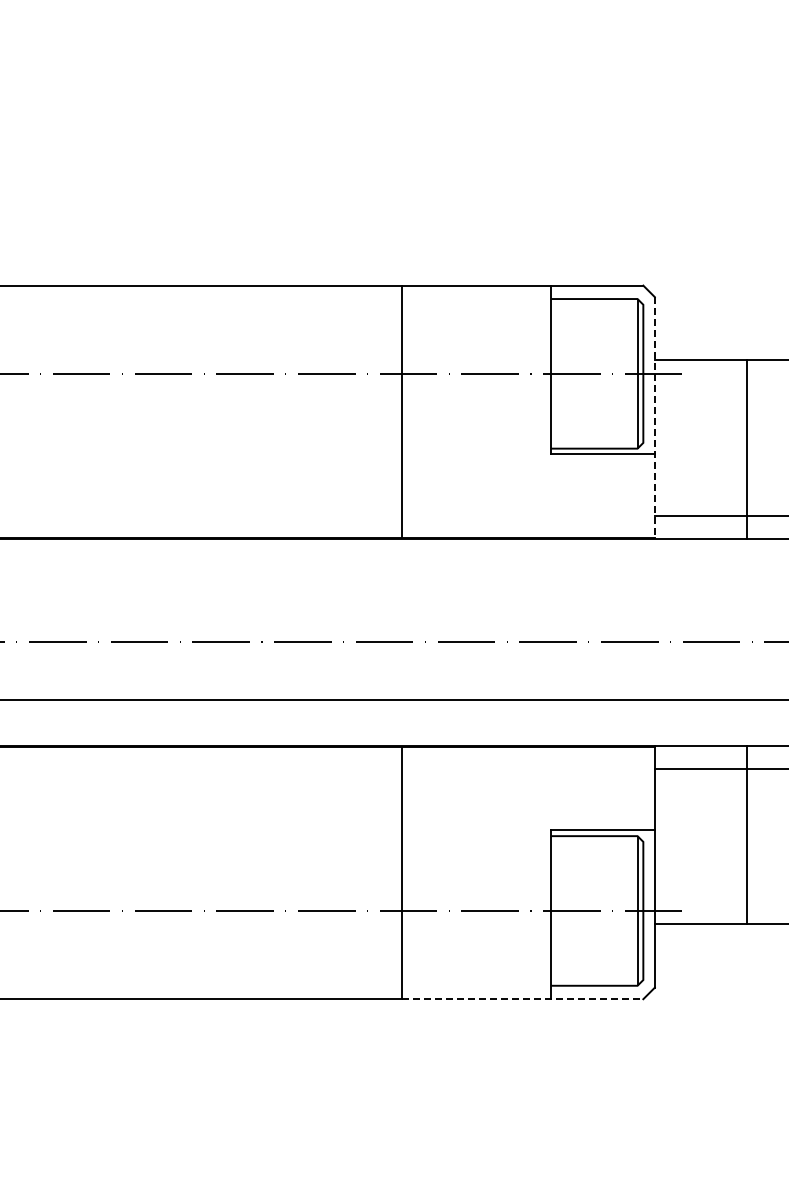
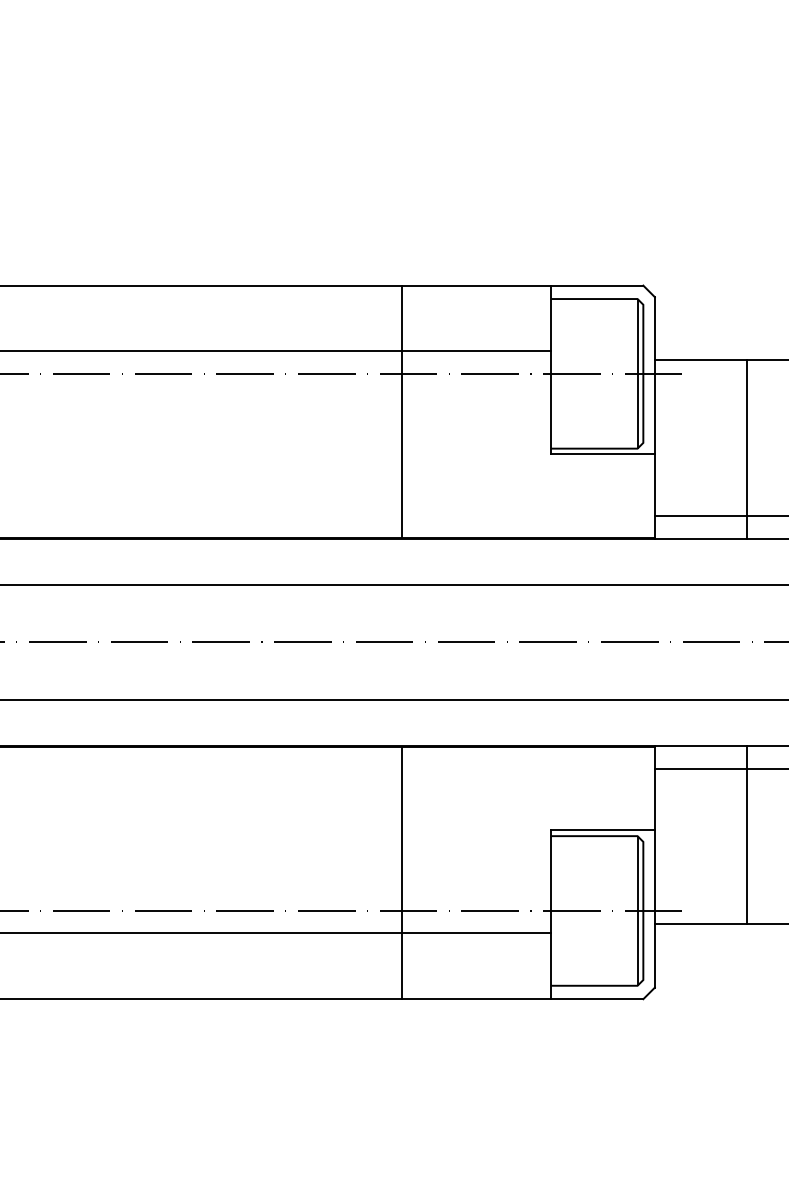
line at (276, 351): none -> present
line at (654, 417): dashed -> solid
line at (393, 584): none -> present
line at (276, 933): none -> present
line at (522, 999): dashed -> solid
